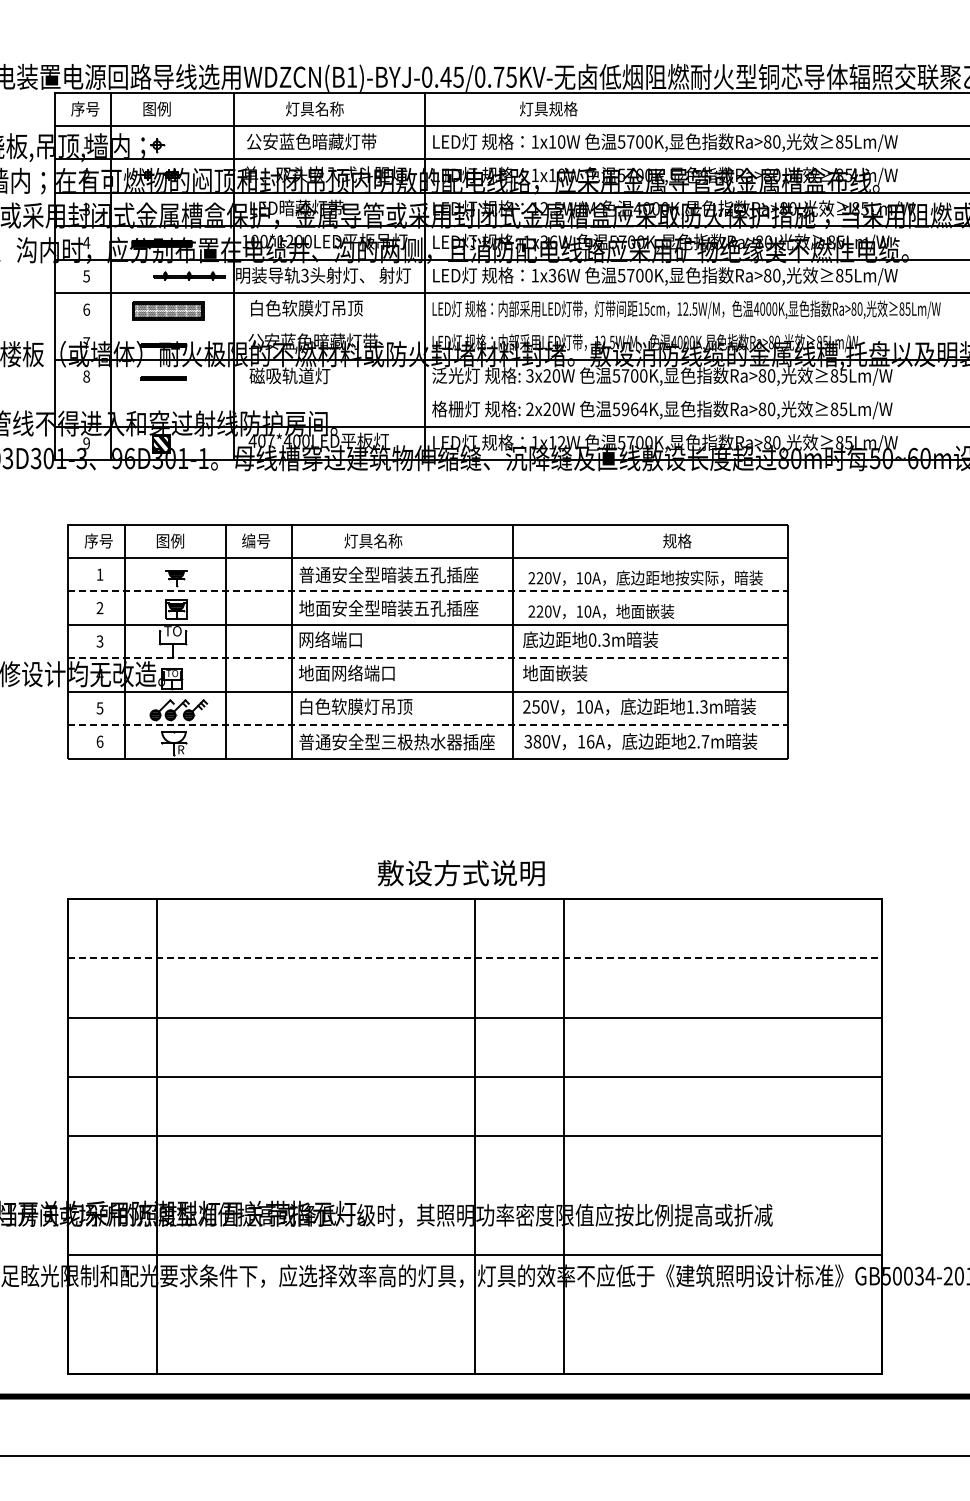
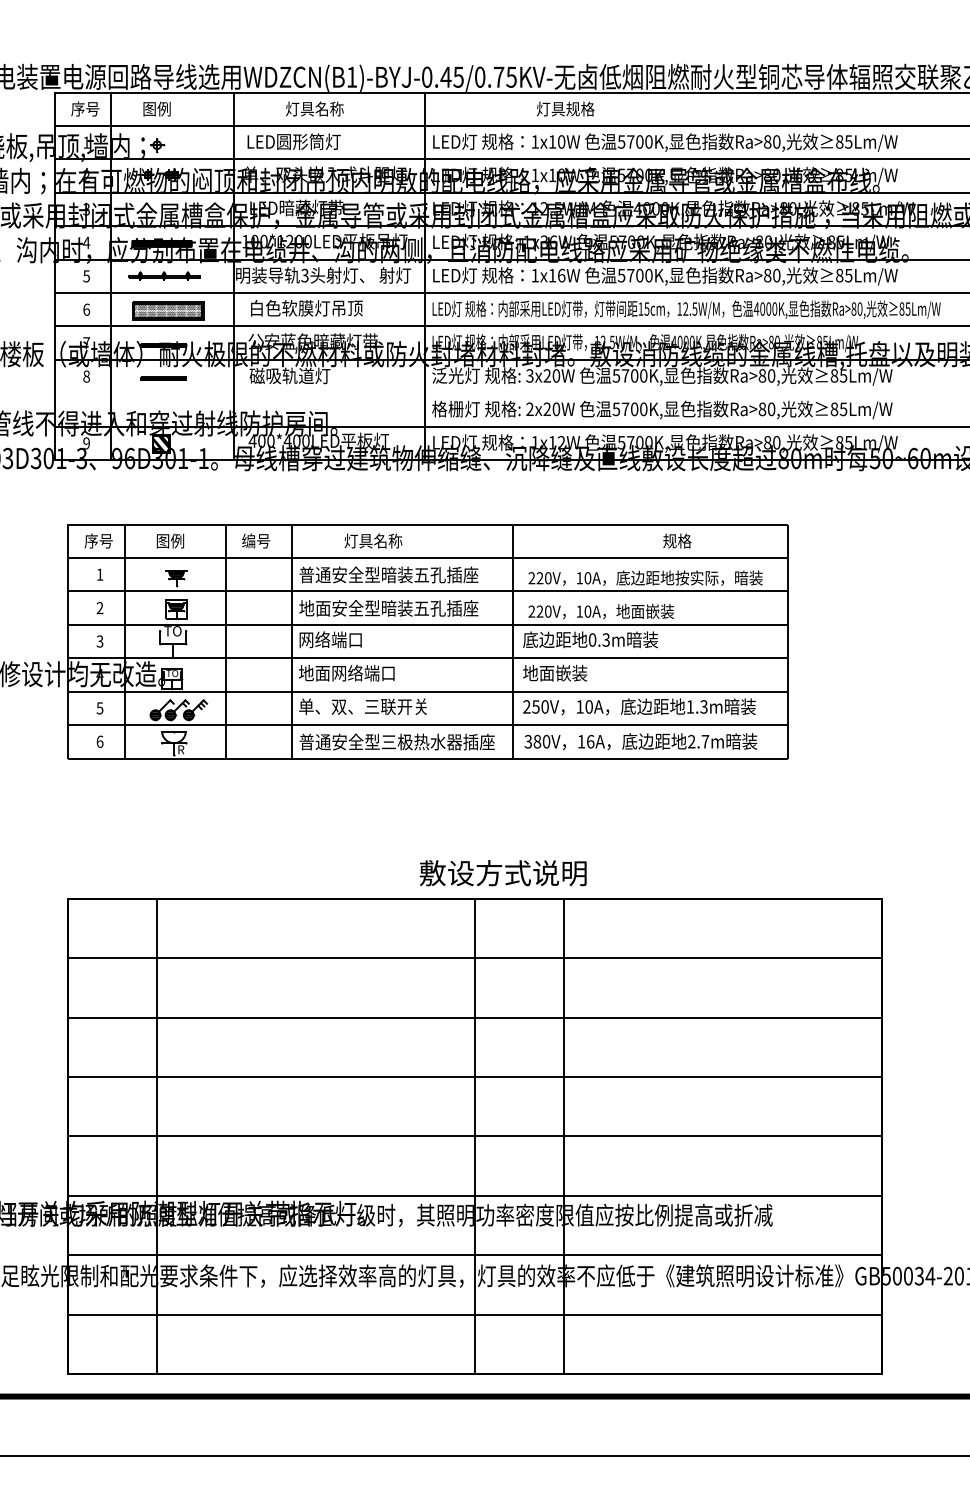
text at (548, 108) position: (548, 108) -> (565, 108)
text at (311, 141): 公安蓝色暗藏灯带 -> LED圆形筒灯
part at (189, 275) position: (189, 275) -> (164, 275)
text at (552, 275): 1x36W -> 1x16W
line at (510, 326): none -> present
text at (634, 409): 5964K, -> 5700K,
text at (270, 440): 407*400LED -> 400*400LED
line at (427, 591): dashed -> solid
line at (427, 658): dashed -> solid
text at (362, 706): 白色软膜灯吊顶 -> 单、双、三联开关
line at (427, 725): dashed -> solid
text at (460, 873) position: (460, 873) -> (502, 873)
line at (475, 958): dashed -> solid
line at (475, 1195): none -> present
line at (475, 1314): none -> present
